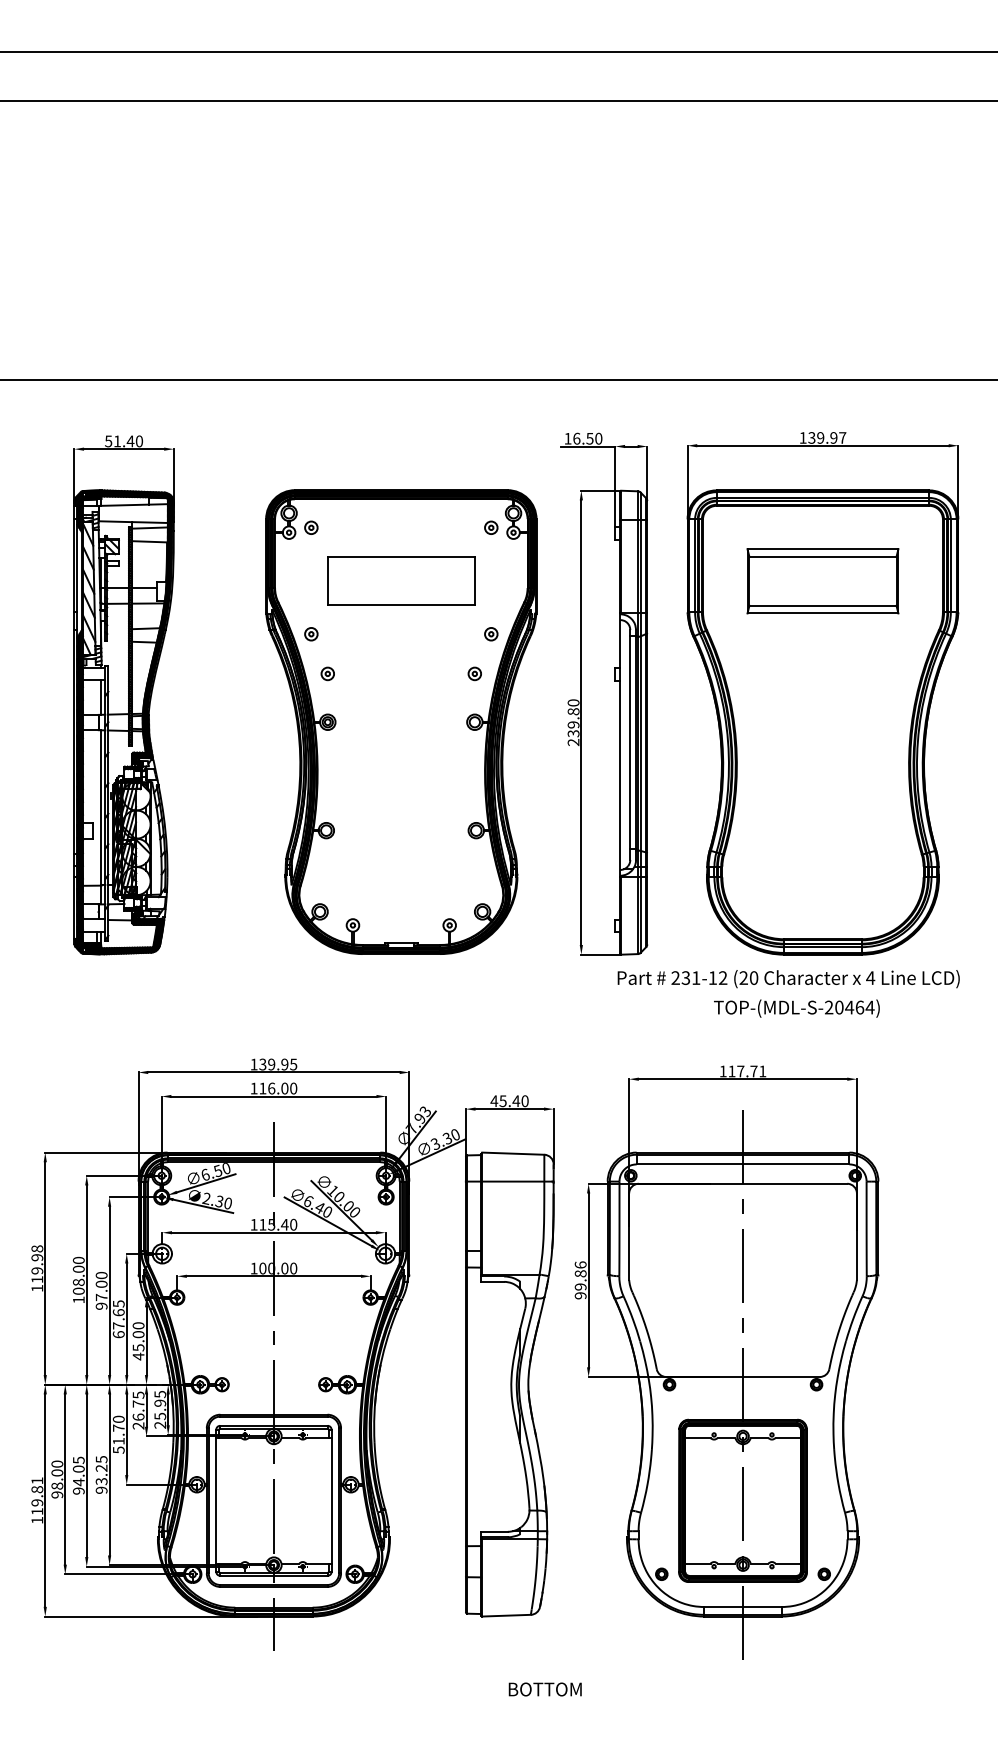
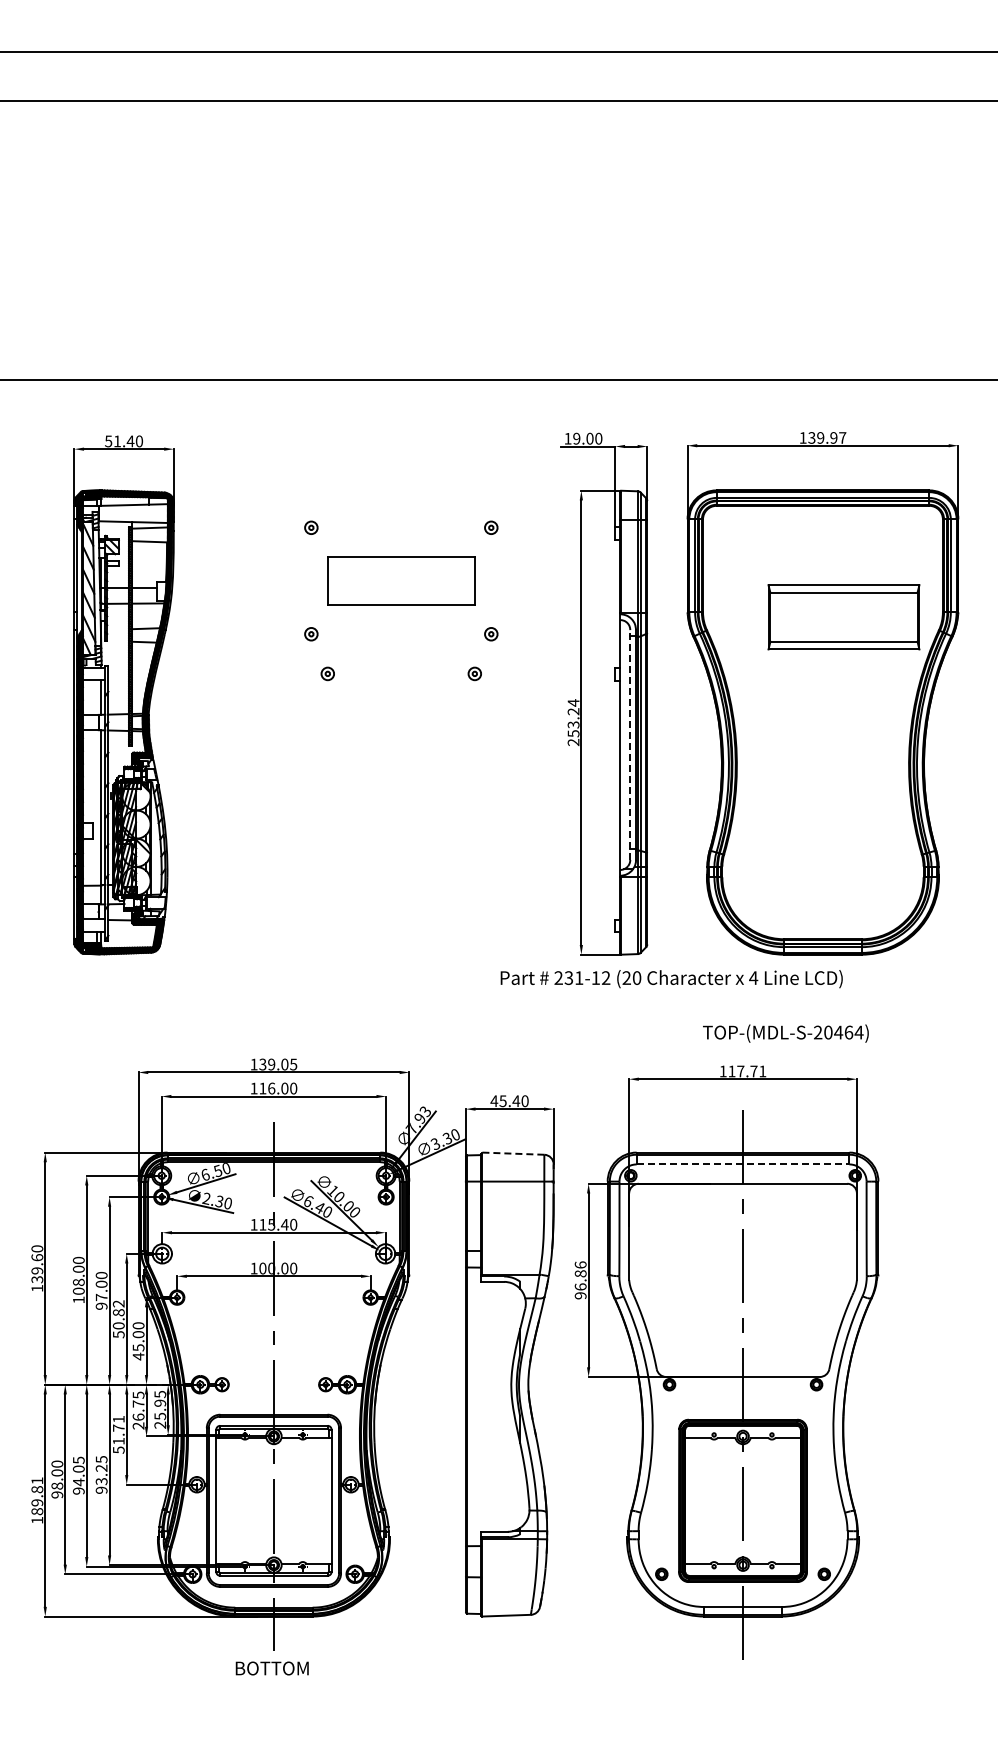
text at (583, 438): 16.50 -> 19.00
part at (822, 581) position: (822, 581) -> (843, 617)
text at (573, 717): 239.80 -> 253.24
part at (401, 721): present -> none
line at (630, 745): solid -> dashed
text at (788, 979) position: (788, 979) -> (671, 979)
text at (796, 1008) position: (796, 1008) -> (785, 1033)
text at (284, 1064): 139.95 -> 139.05
line at (512, 1153): solid -> dashed
line at (743, 1164): solid -> dashed
text at (37, 1264): 119.98 -> 139.60
text at (580, 1286): 99.86 -> 96.86
text at (118, 1319): 67.65 -> 50.82
text at (118, 1418): 51.70 -> 51.71
text at (37, 1511): 119.81 -> 189.81
text at (544, 1689) position: (544, 1689) -> (271, 1668)
